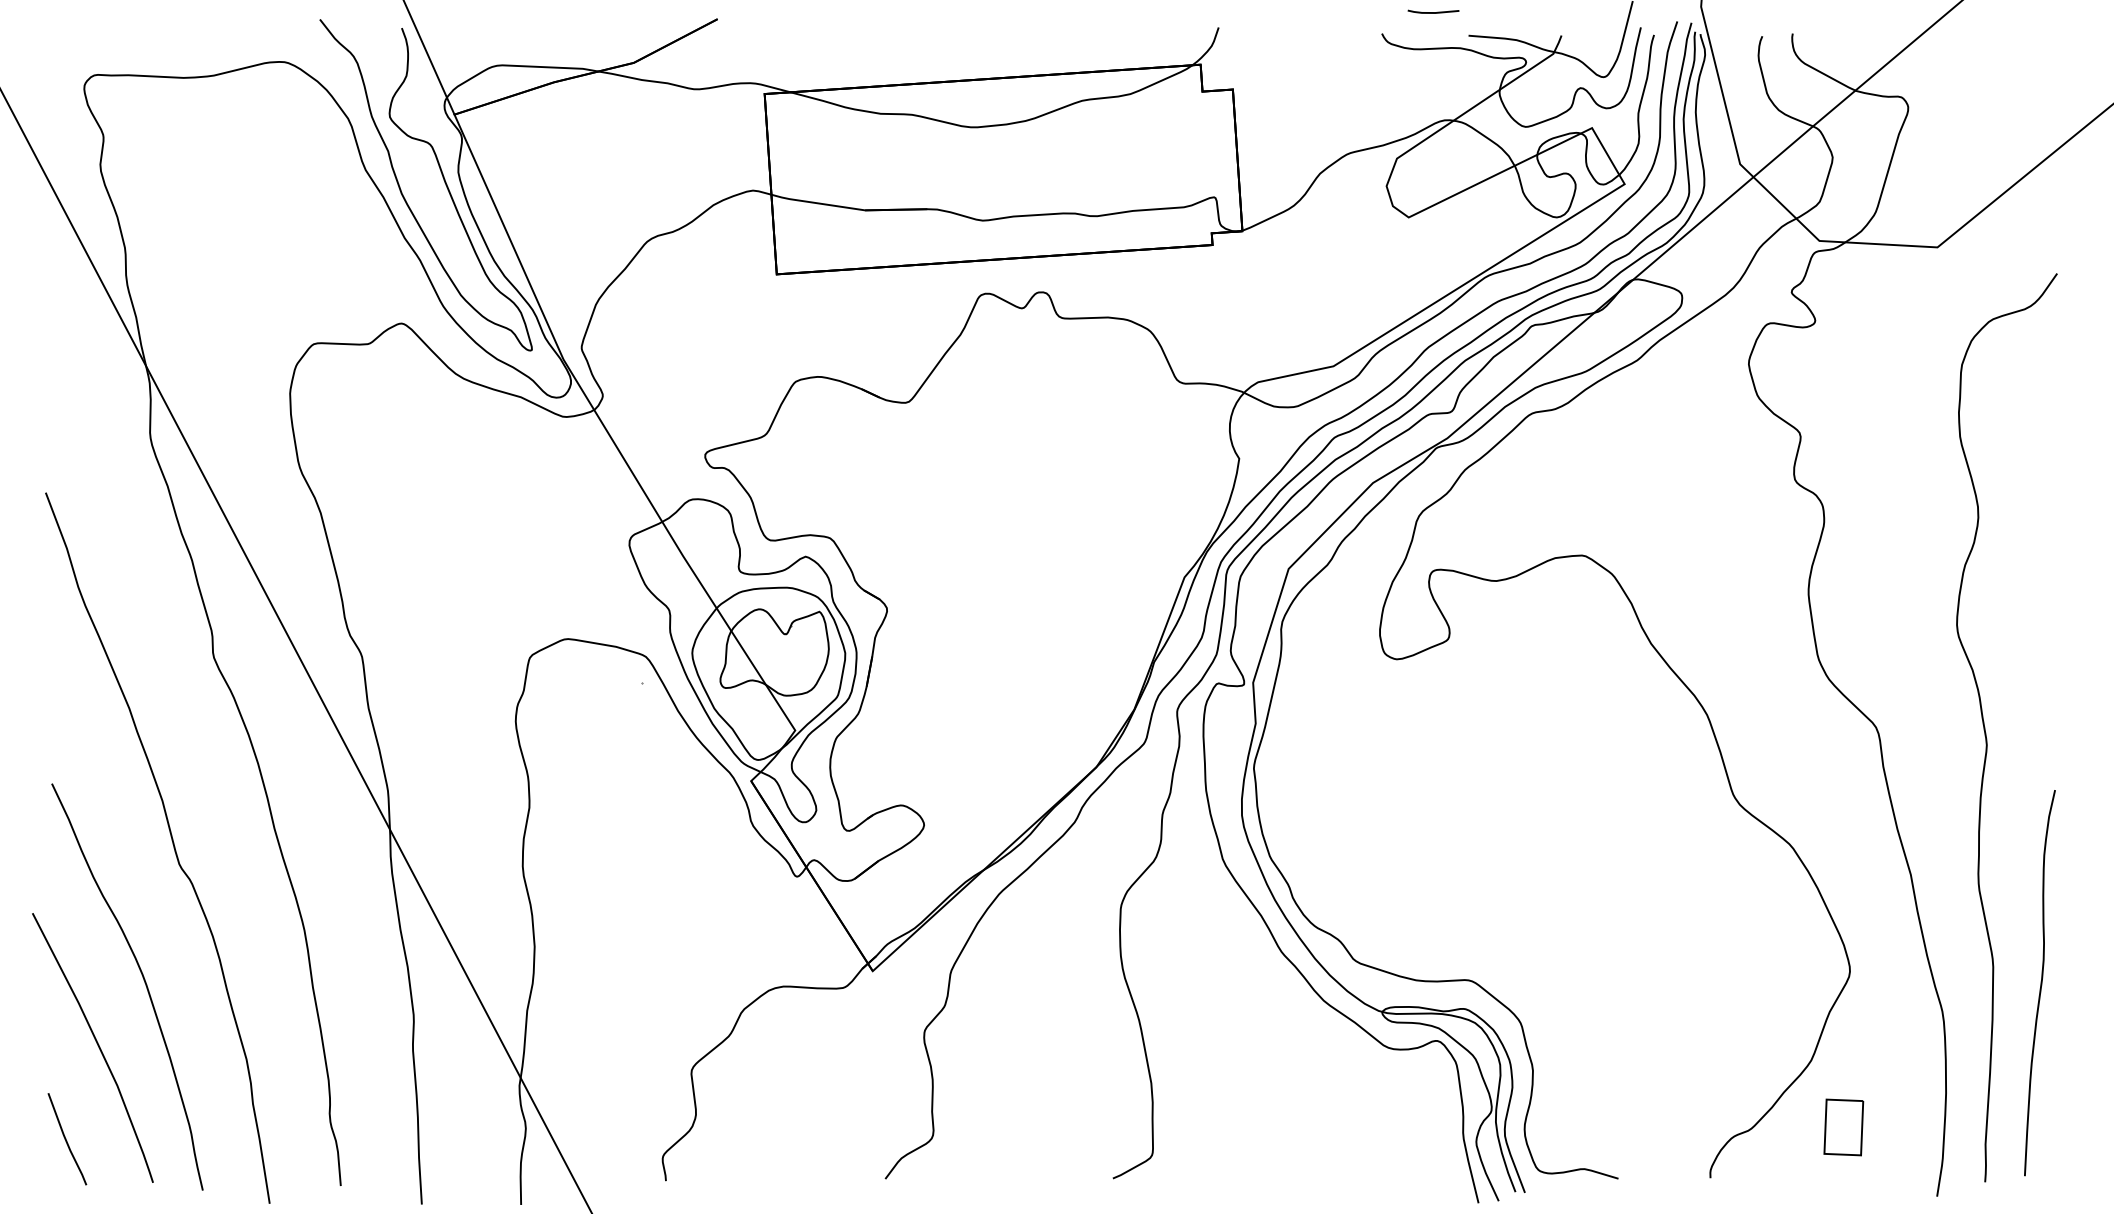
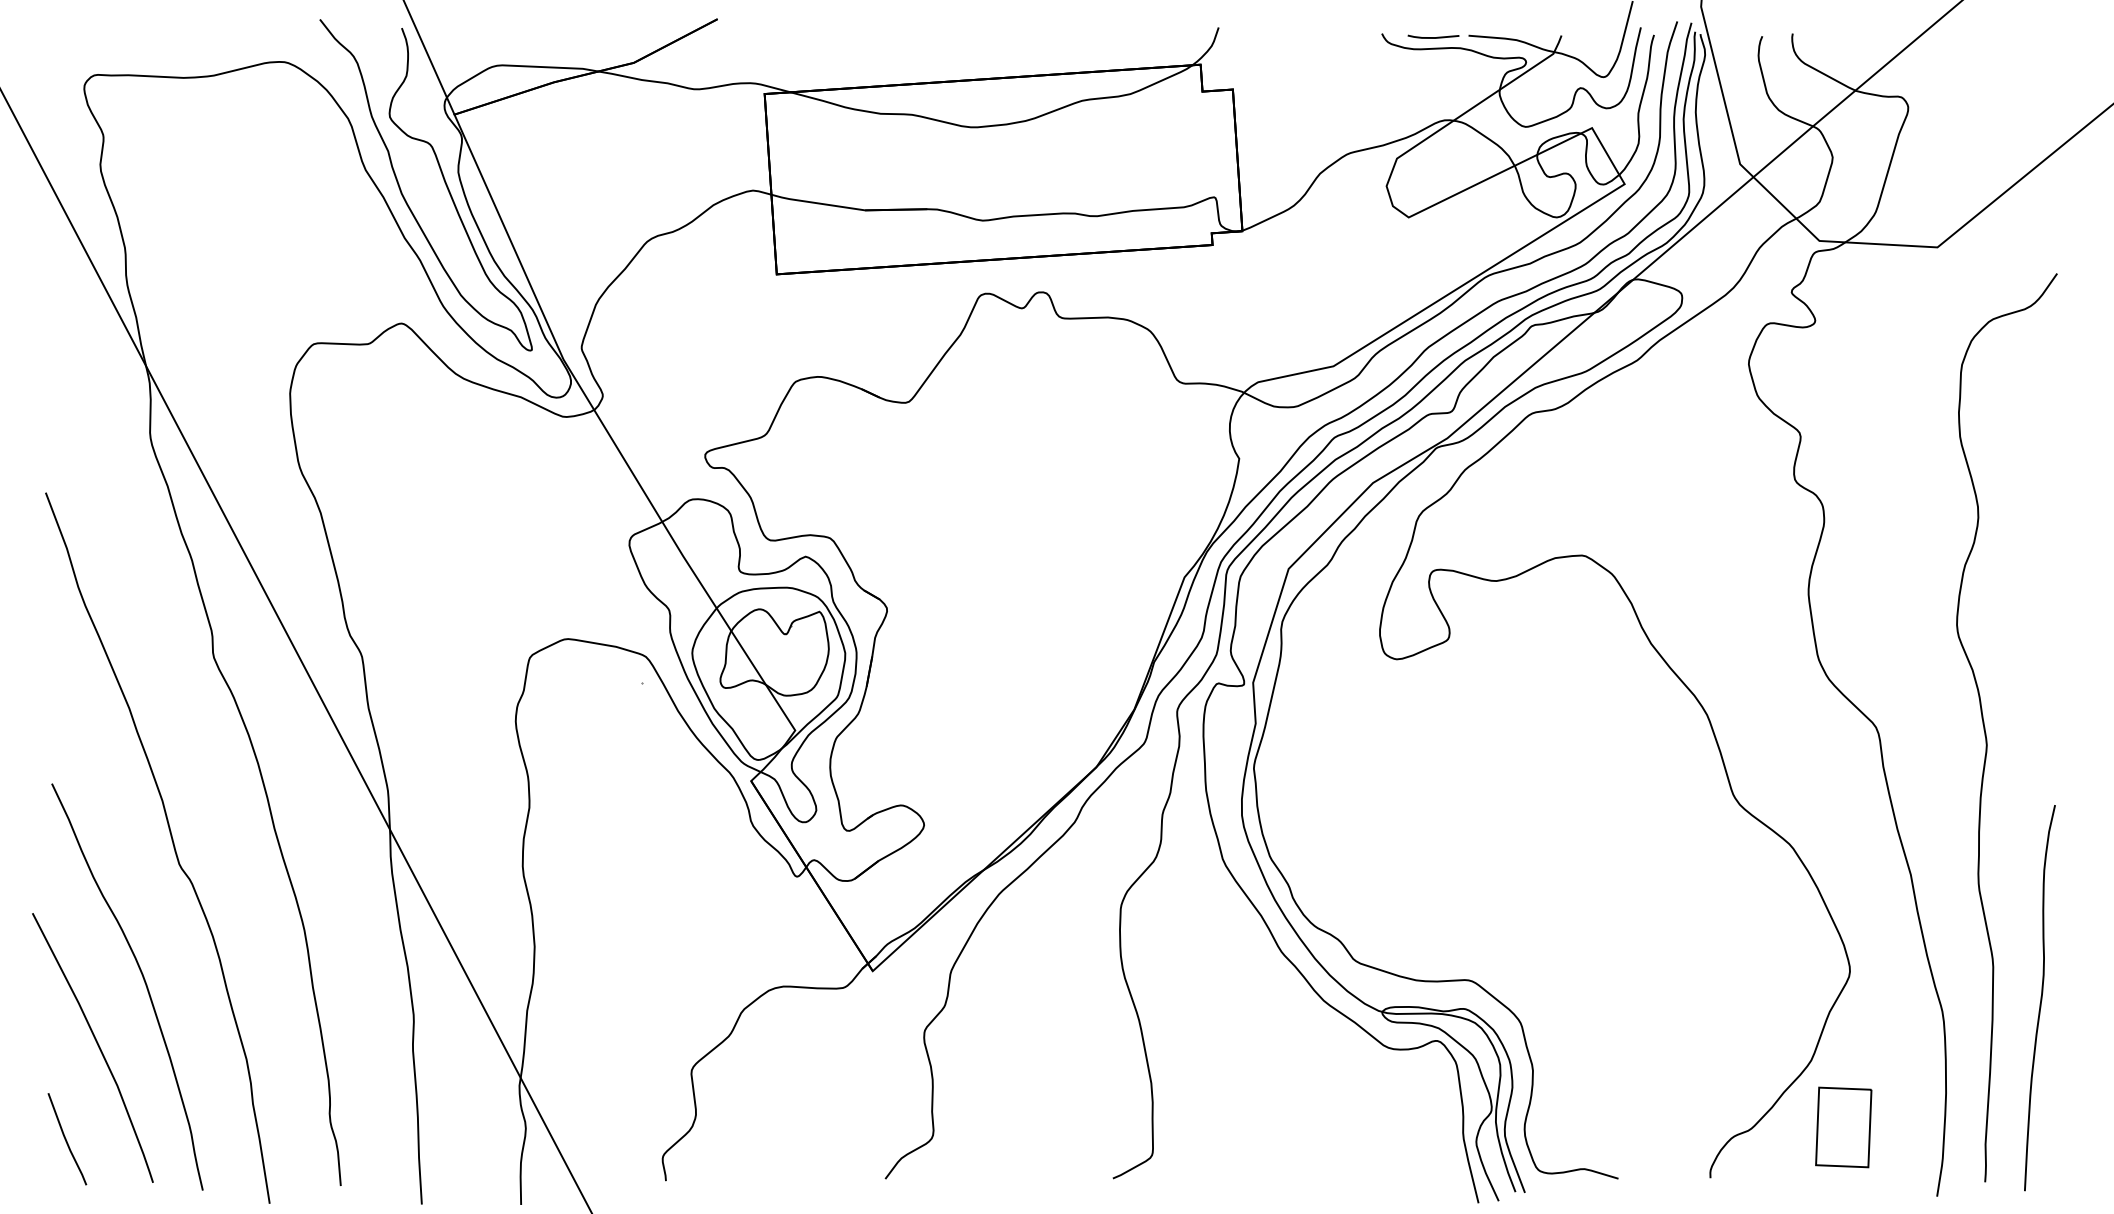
line at (1433, 12) position: (1433, 12) -> (1433, 37)
curve at (2040, 983) position: (2040, 983) -> (2040, 998)
part at (1843, 1127) size: 42x59 px -> 58x83 px
